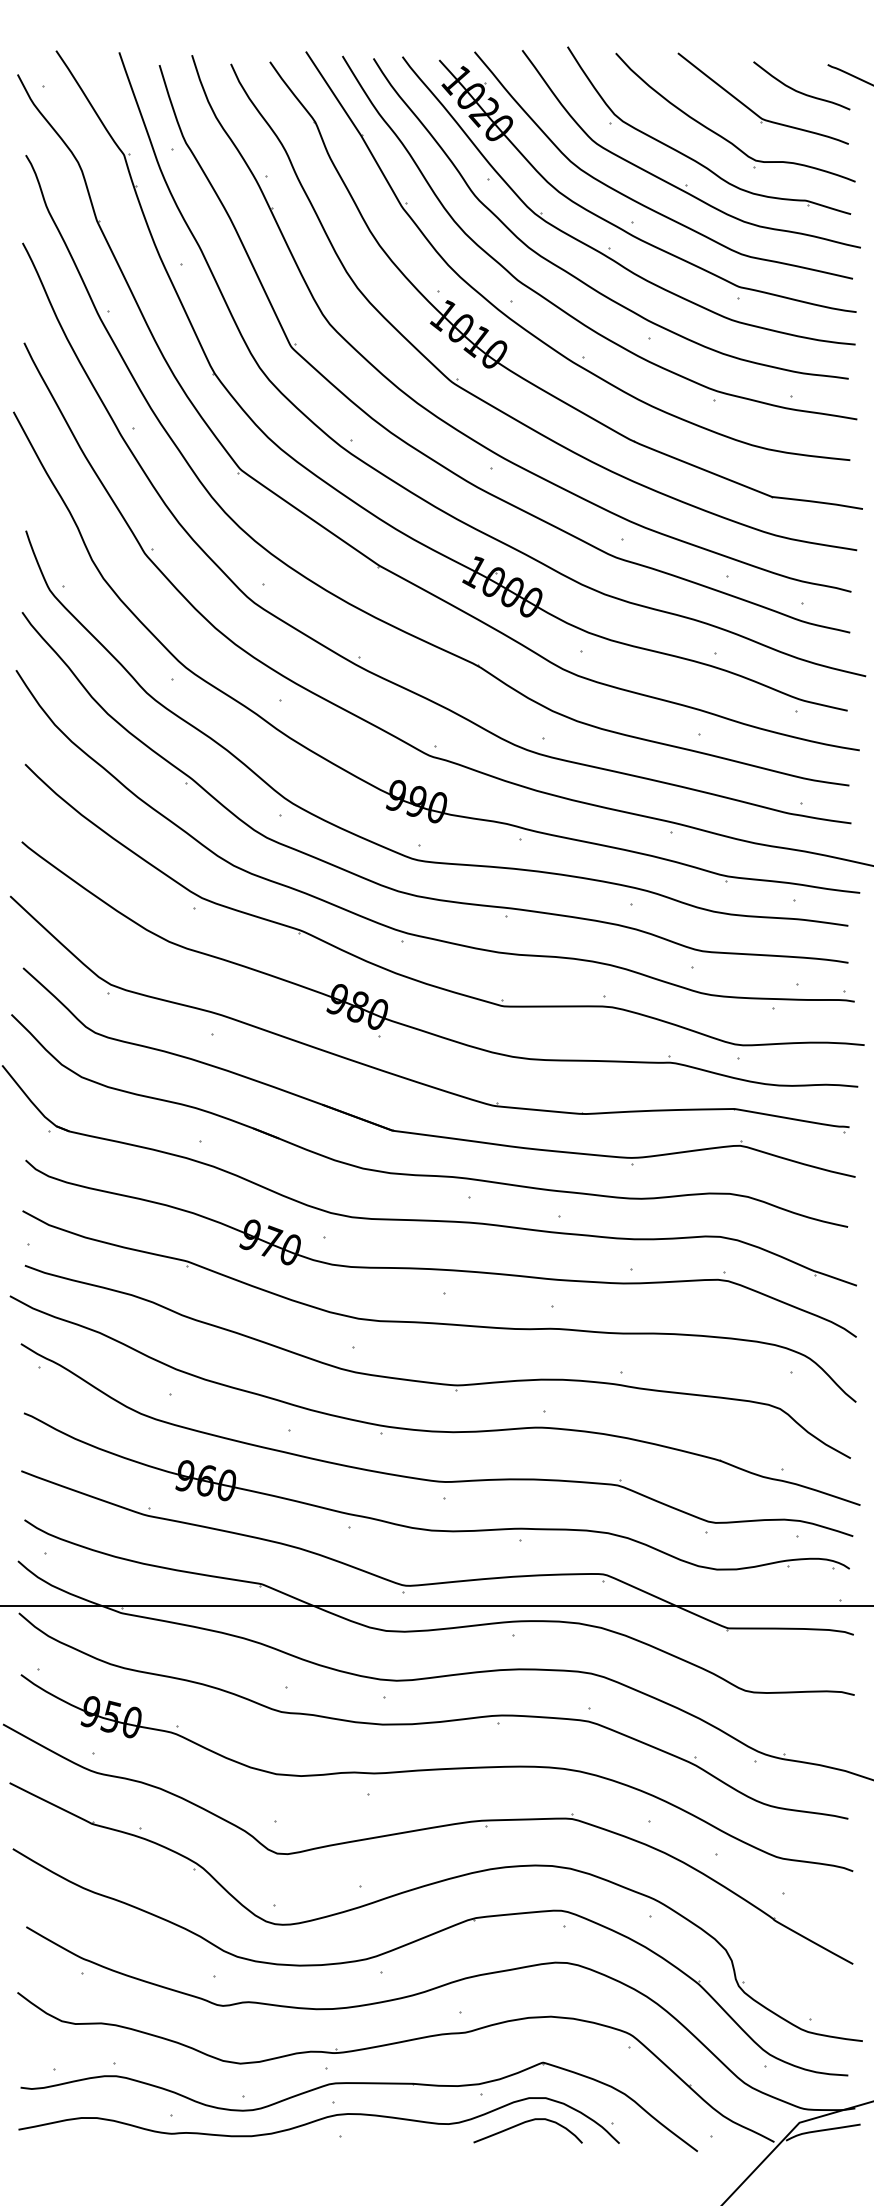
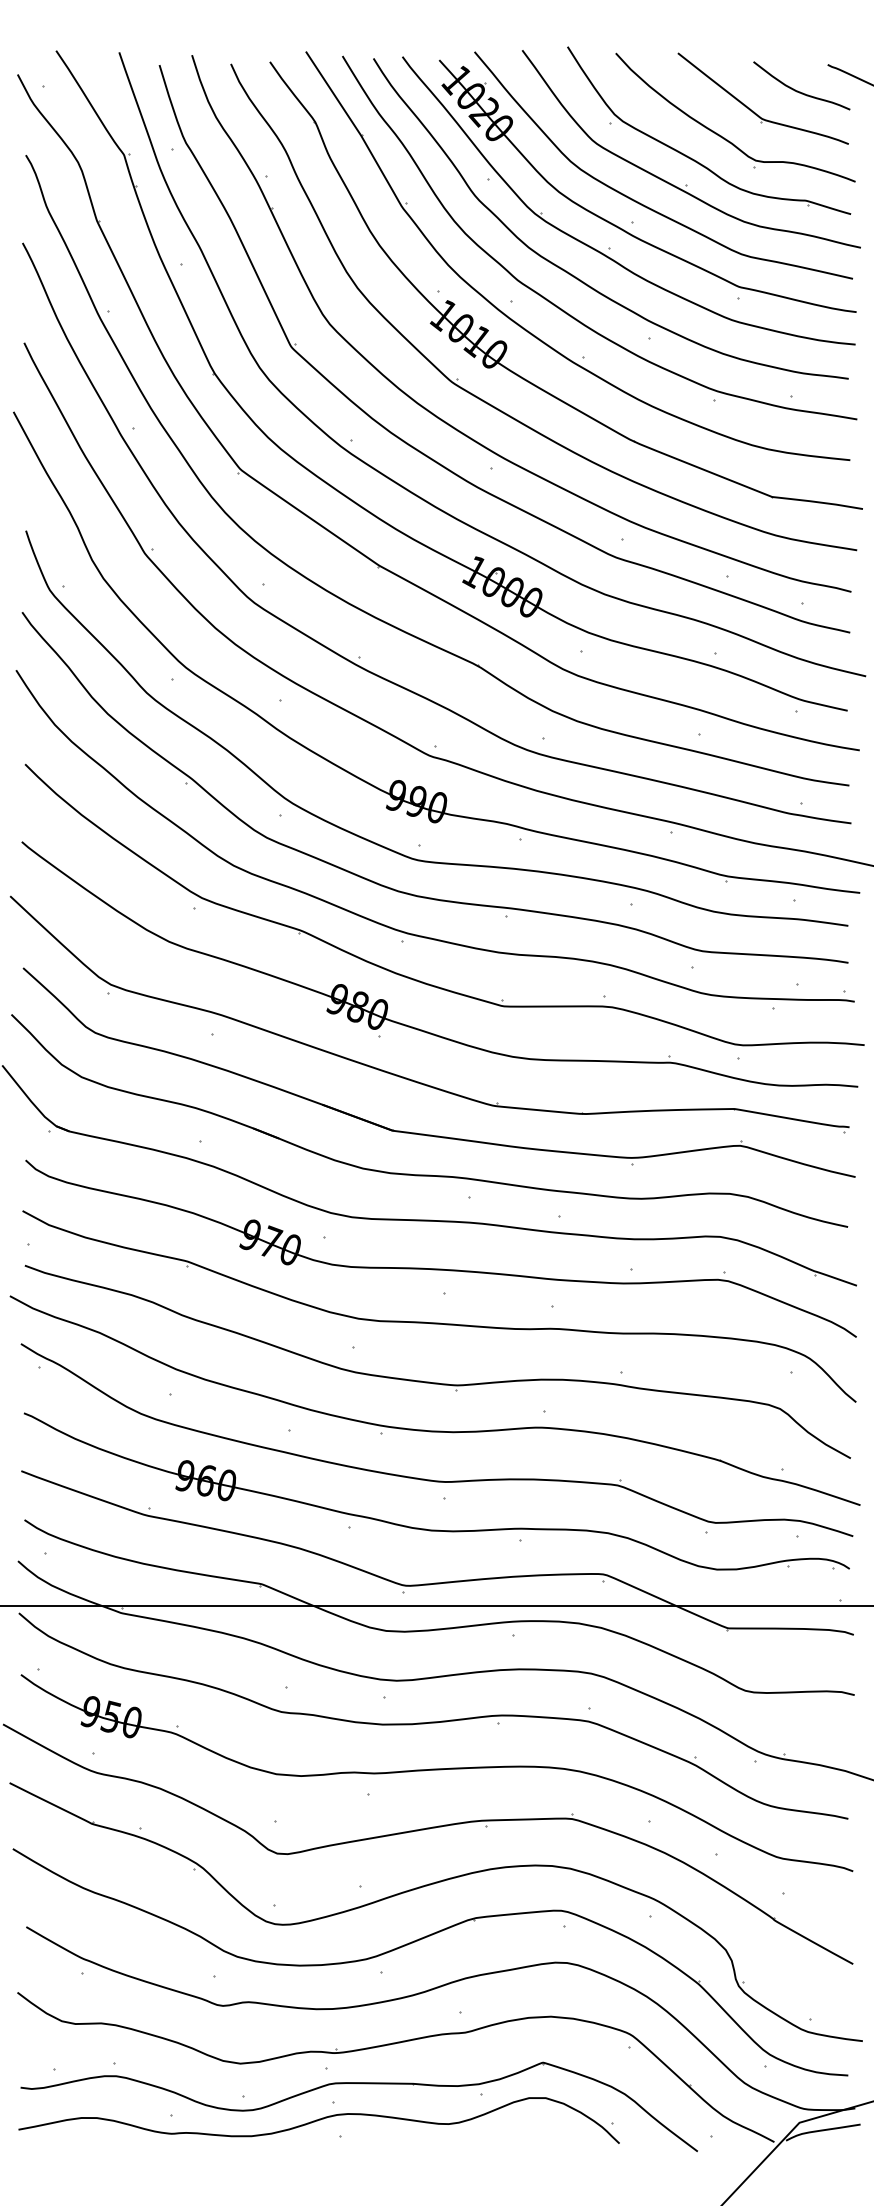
curve at (524, 2123): present -> none
